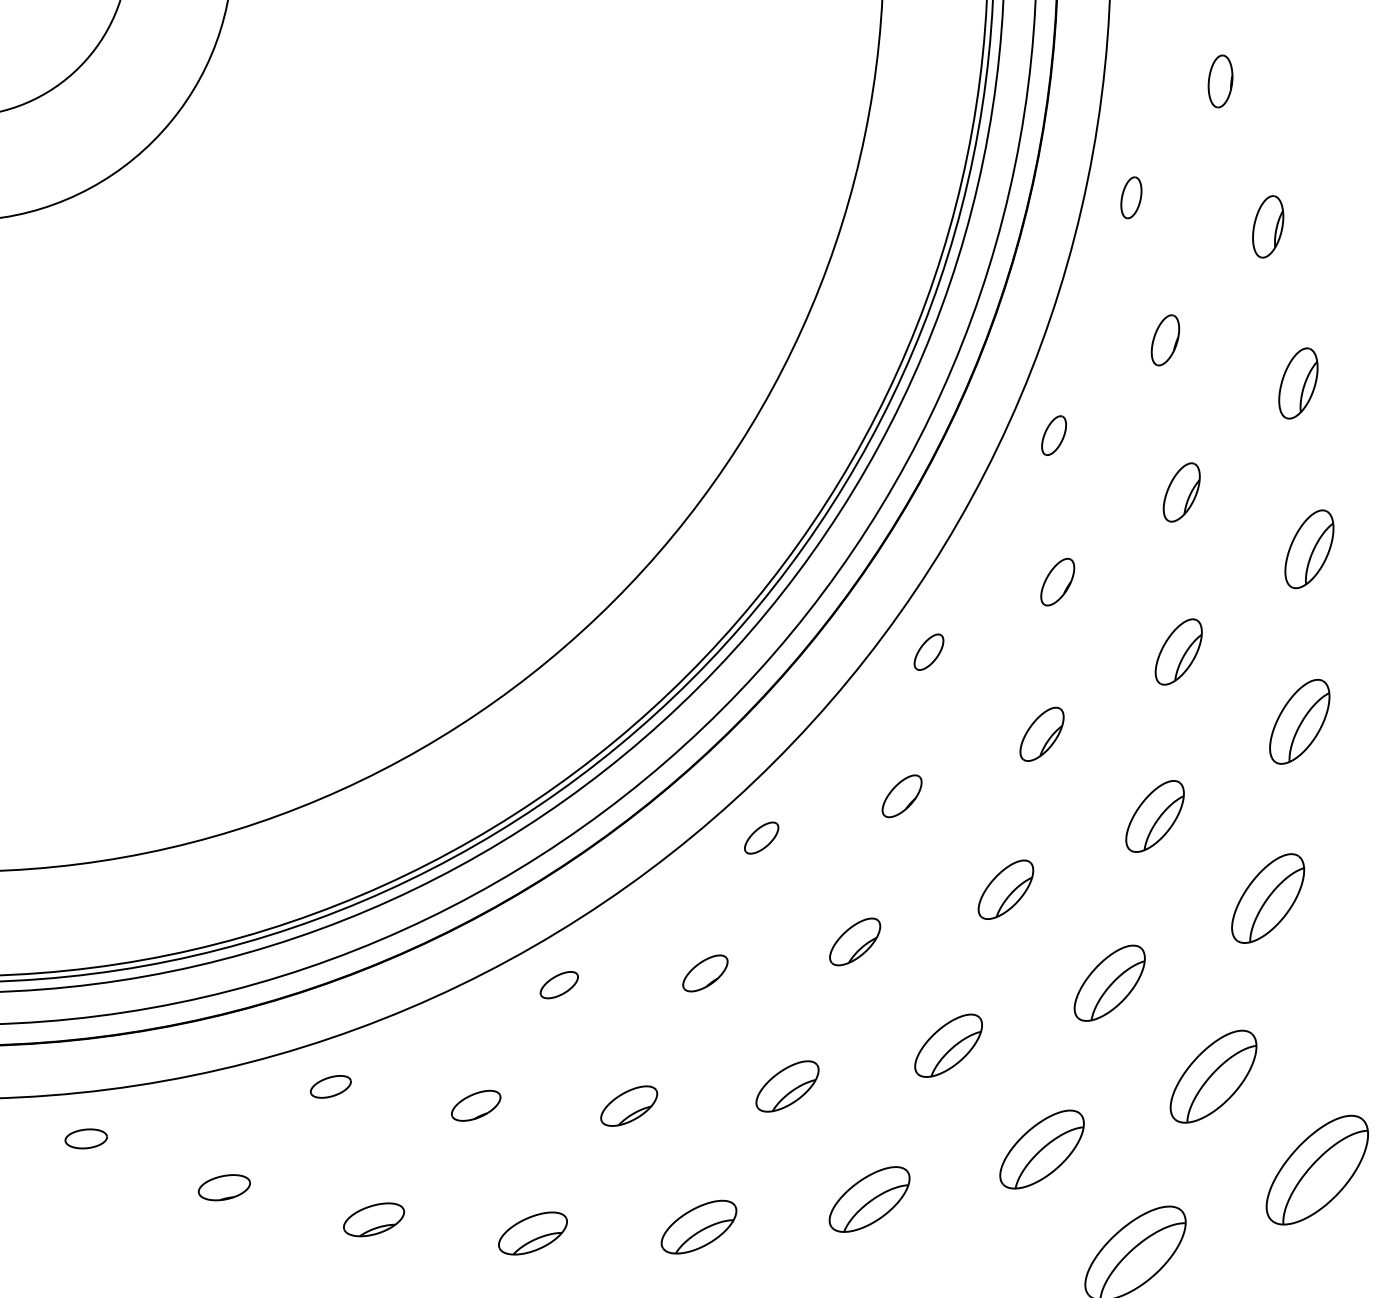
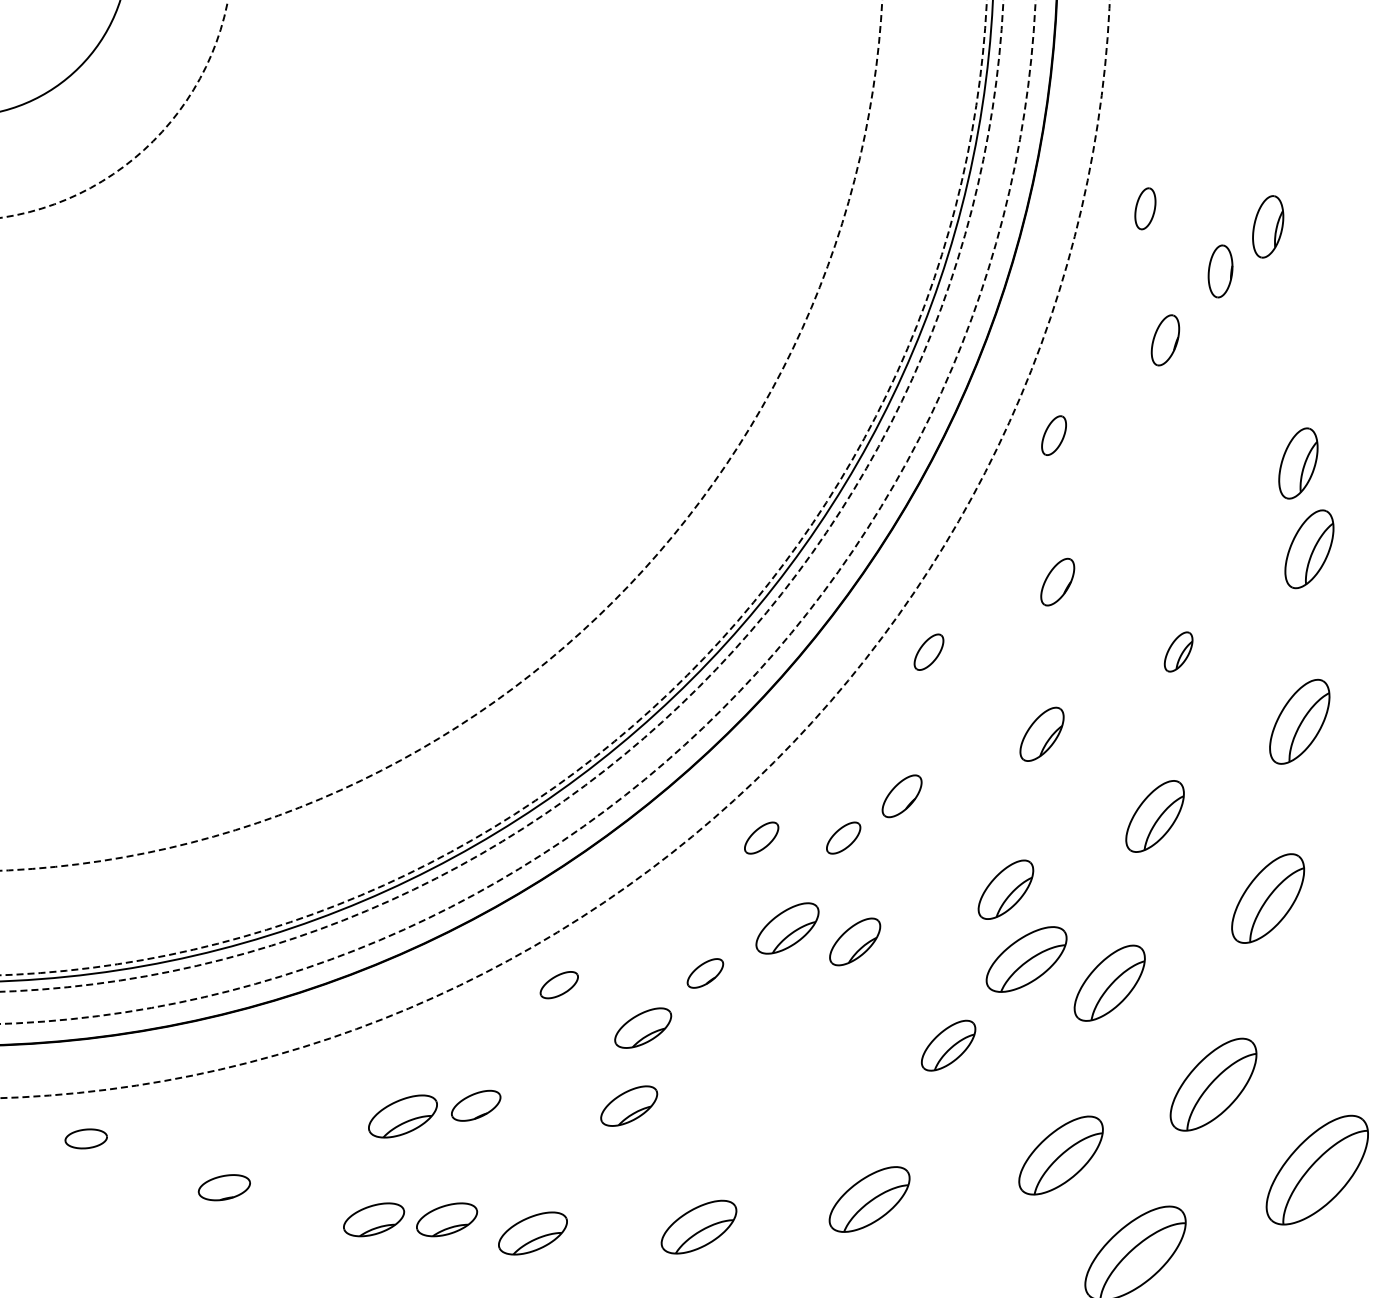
part at (1220, 81) position: (1220, 81) -> (1220, 271)
circle at (114, 108): solid -> dashed
part at (1131, 197) position: (1131, 197) -> (1145, 208)
part at (1298, 383) position: (1298, 383) -> (1298, 463)
circle at (441, 435): solid -> dashed
circle at (493, 487): solid -> dashed
part at (1181, 492): present -> none
circle at (501, 495): solid -> dashed
circle at (517, 511): solid -> dashed
circle at (554, 549): solid -> dashed
part at (1178, 651) size: 49x68 px -> 31x42 px
part at (843, 837): none -> present
part at (1026, 959): none -> present
part at (705, 973) size: 47x39 px -> 39x31 px
part at (643, 1027): none -> present
part at (948, 1045) size: 69x65 px -> 56x53 px
part at (1213, 1076) position: (1213, 1076) -> (1213, 1084)
part at (330, 1086): present -> none
part at (787, 1086) position: (787, 1086) -> (787, 928)
part at (402, 1116): none -> present
part at (1041, 1149) position: (1041, 1149) -> (1060, 1155)
part at (447, 1219): none -> present
